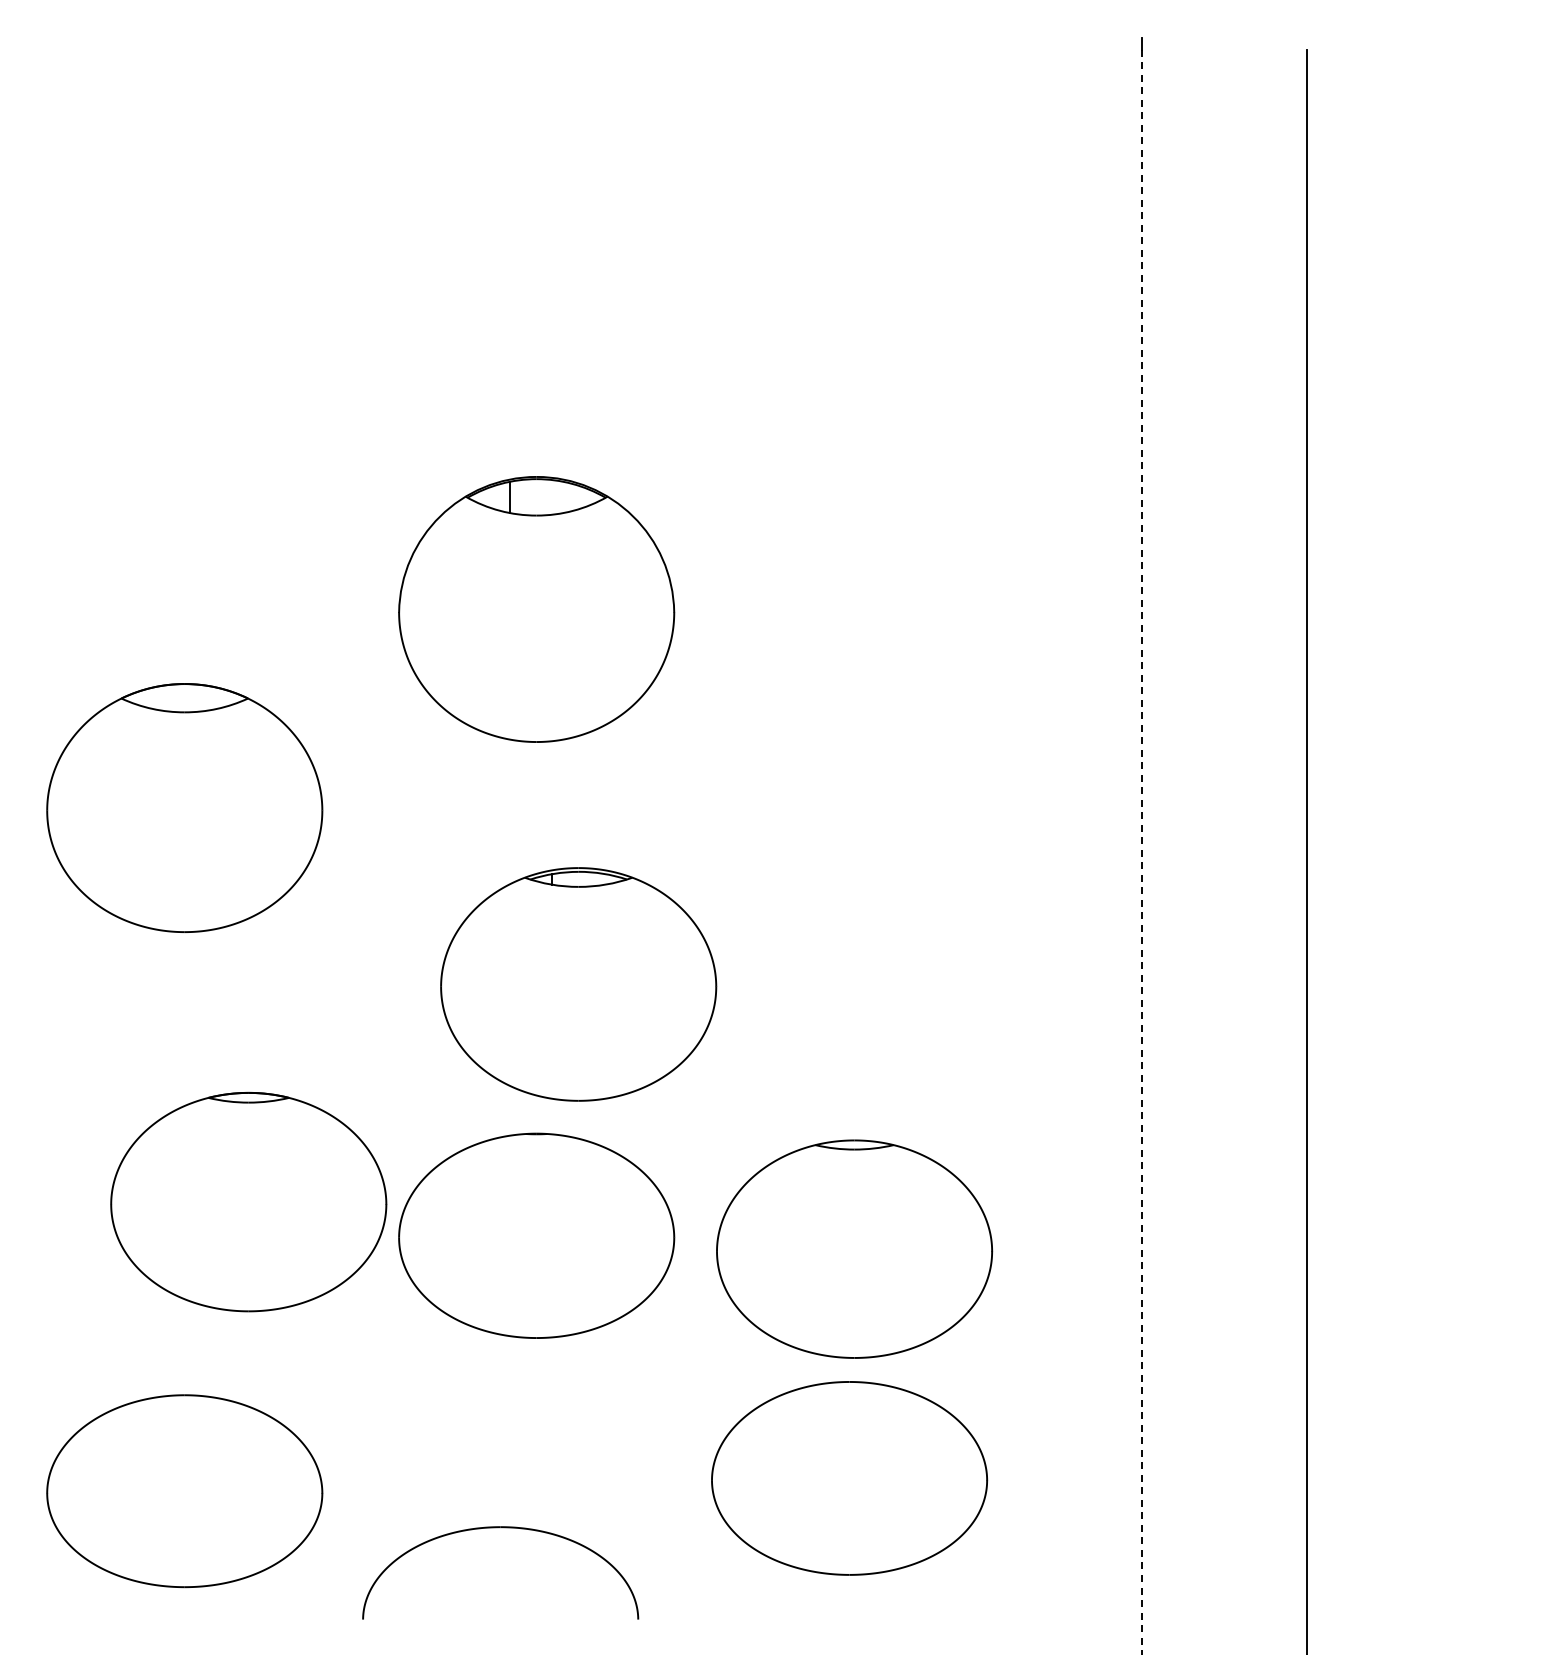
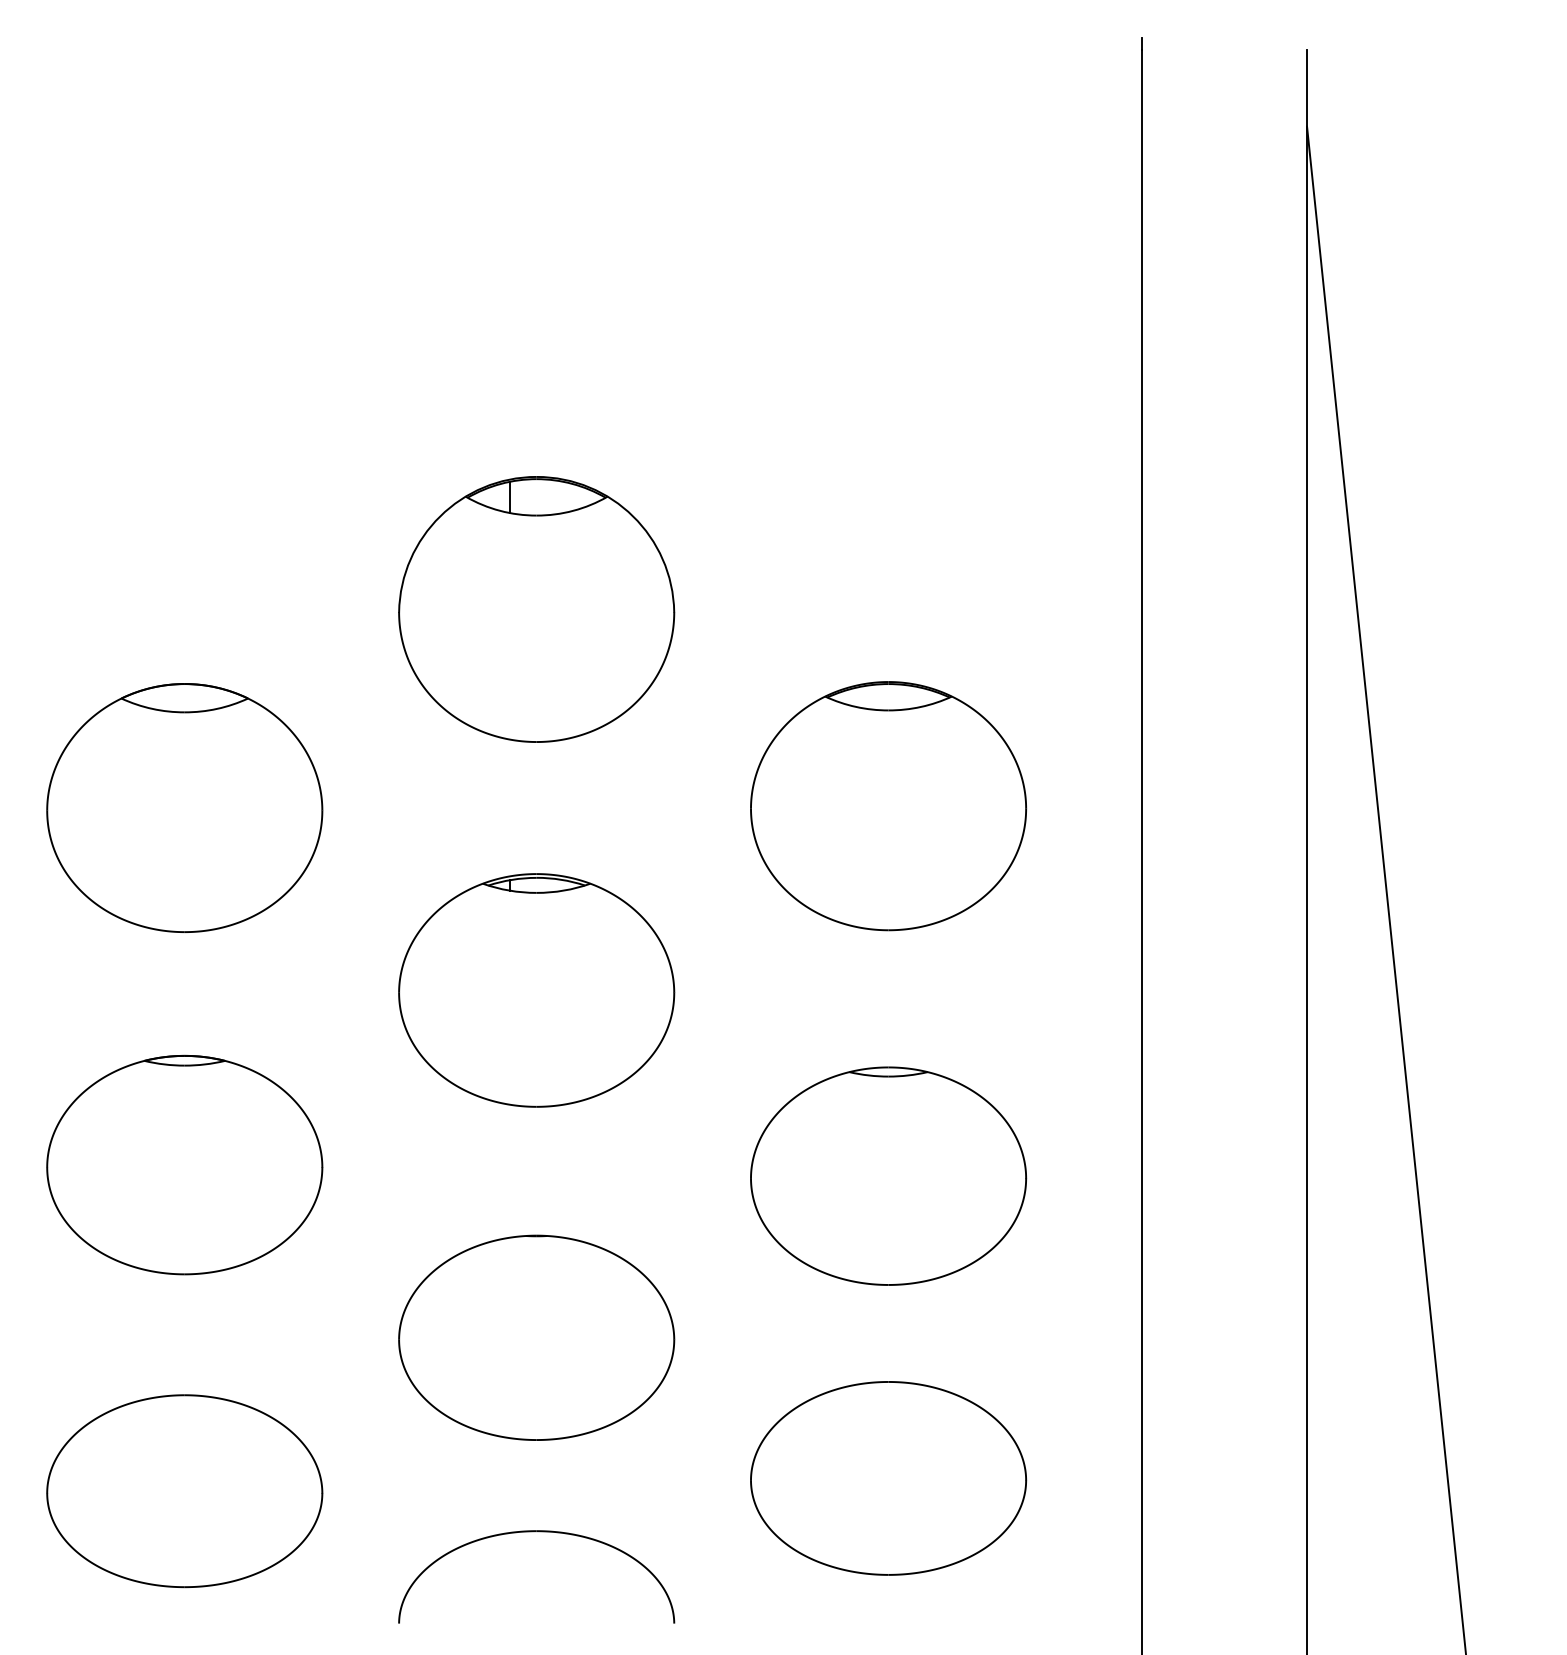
part at (888, 806): none -> present
line at (1141, 852): dashed -> solid
line at (1386, 888): none -> present
part at (578, 984) position: (578, 984) -> (536, 990)
part at (248, 1201) position: (248, 1201) -> (184, 1164)
part at (536, 1235) position: (536, 1235) -> (536, 1337)
part at (854, 1248) position: (854, 1248) -> (888, 1175)
part at (849, 1478) position: (849, 1478) -> (888, 1478)
part at (500, 1528) position: (500, 1528) -> (536, 1532)
